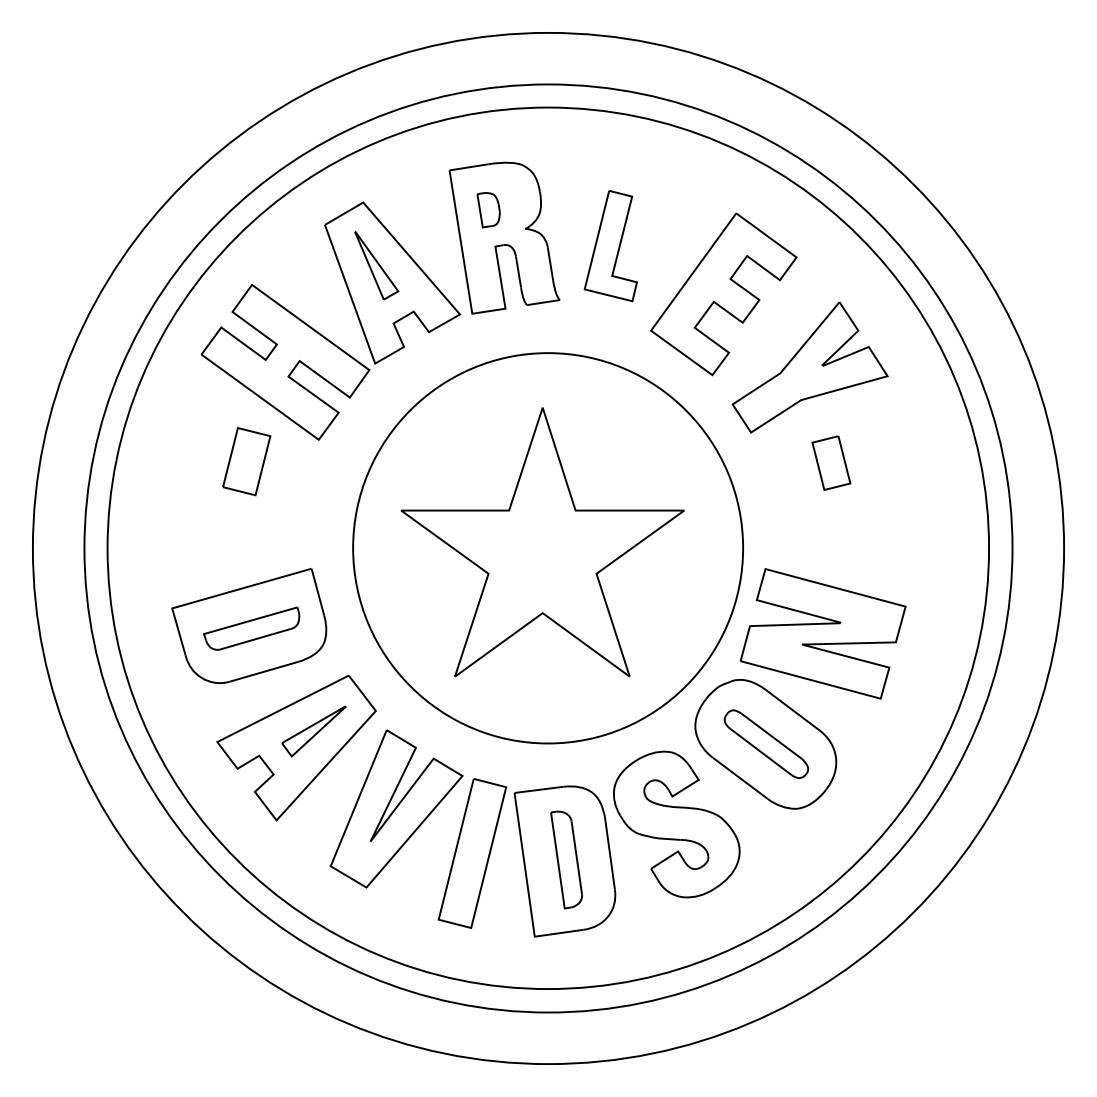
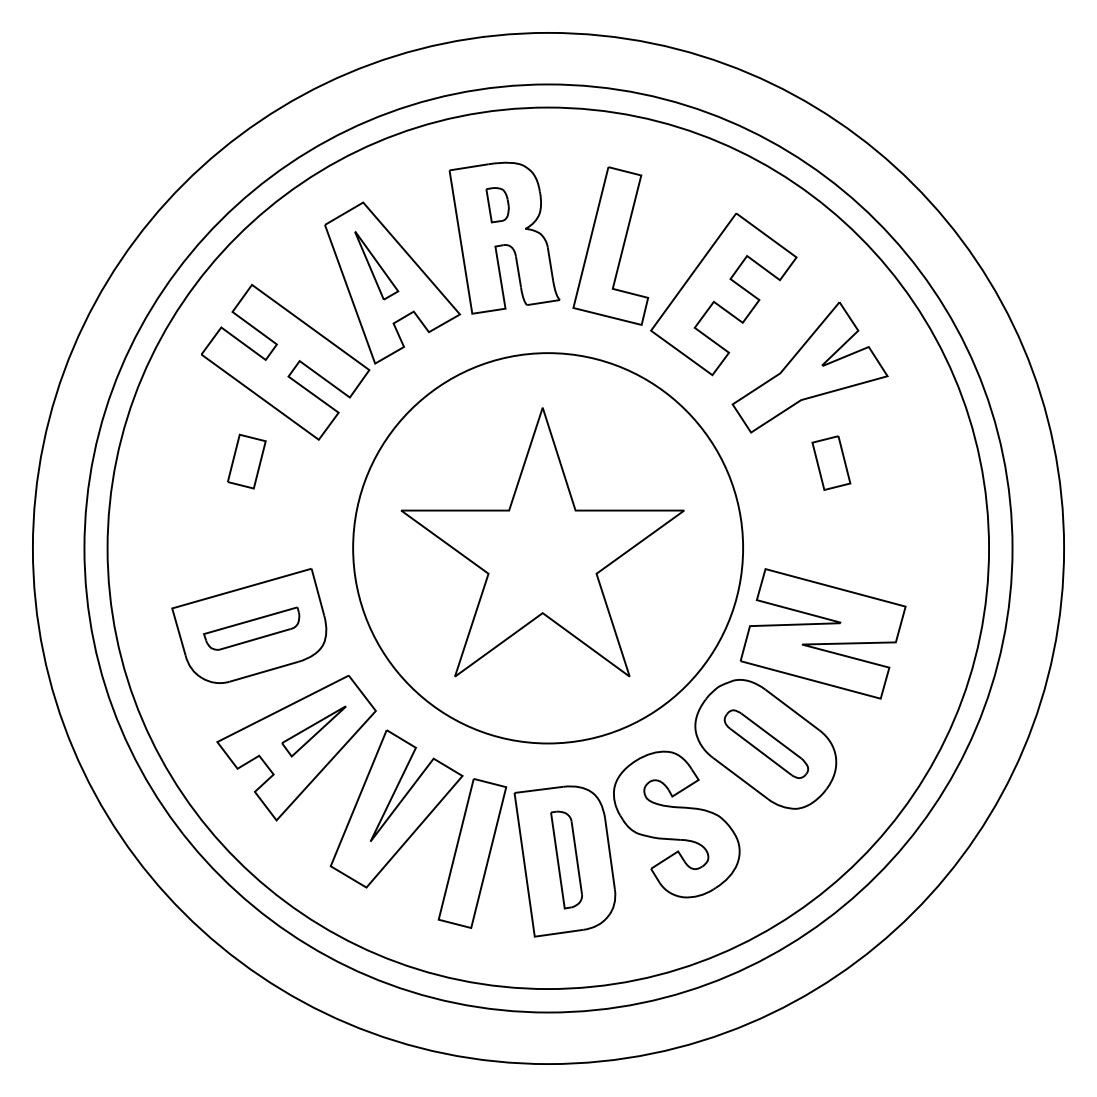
part at (488, 210) position: (488, 210) -> (497, 205)
part at (610, 246) size: 55x113 px -> 78x160 px
part at (246, 461) size: 50x70 px -> 40x57 px
